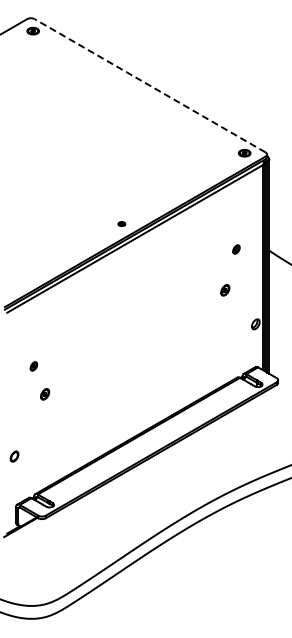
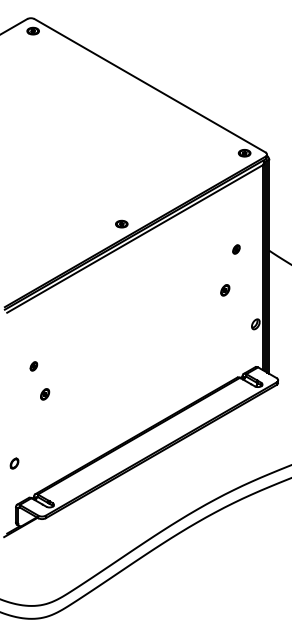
line at (149, 85): dashed -> solid
part at (121, 223) size: 10x6 px -> 14x10 px
part at (14, 456) position: (14, 456) -> (14, 463)
